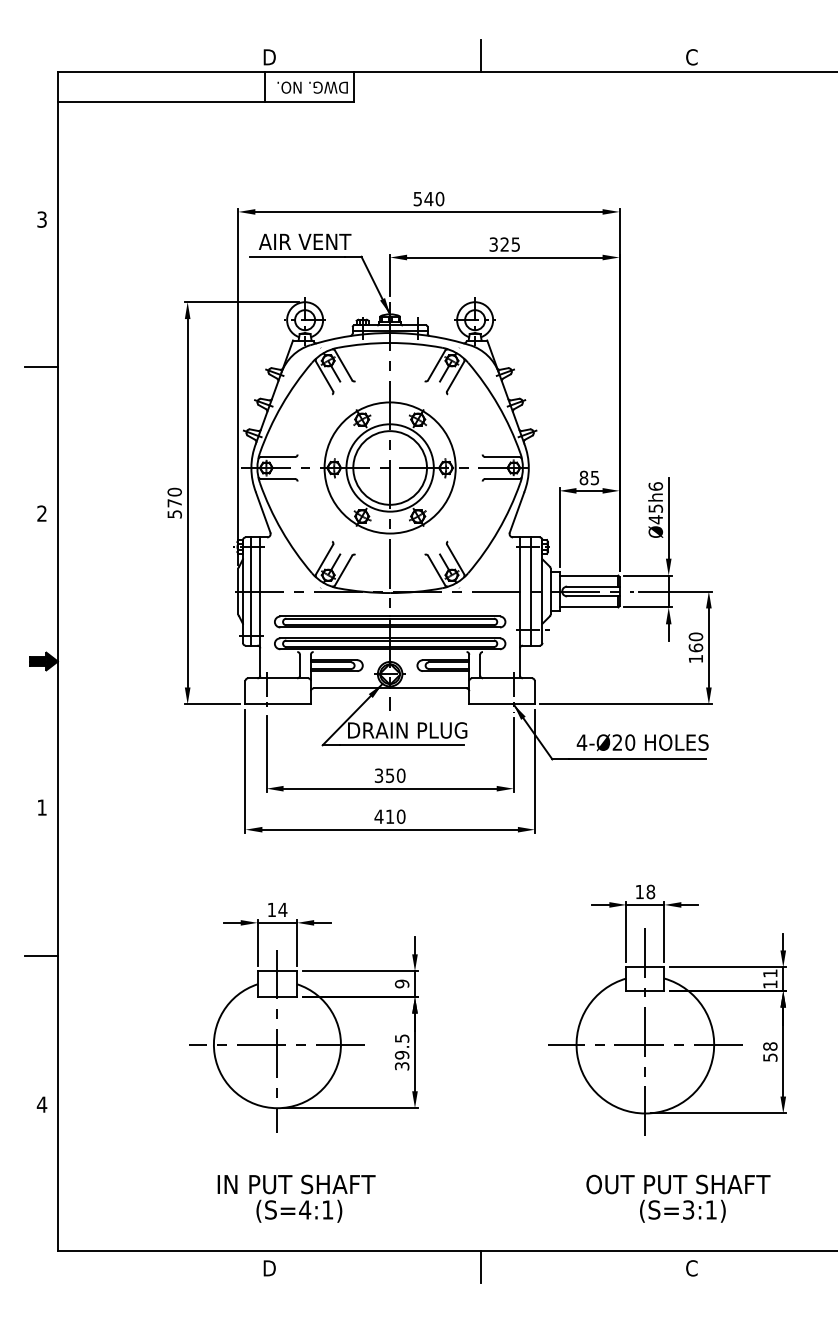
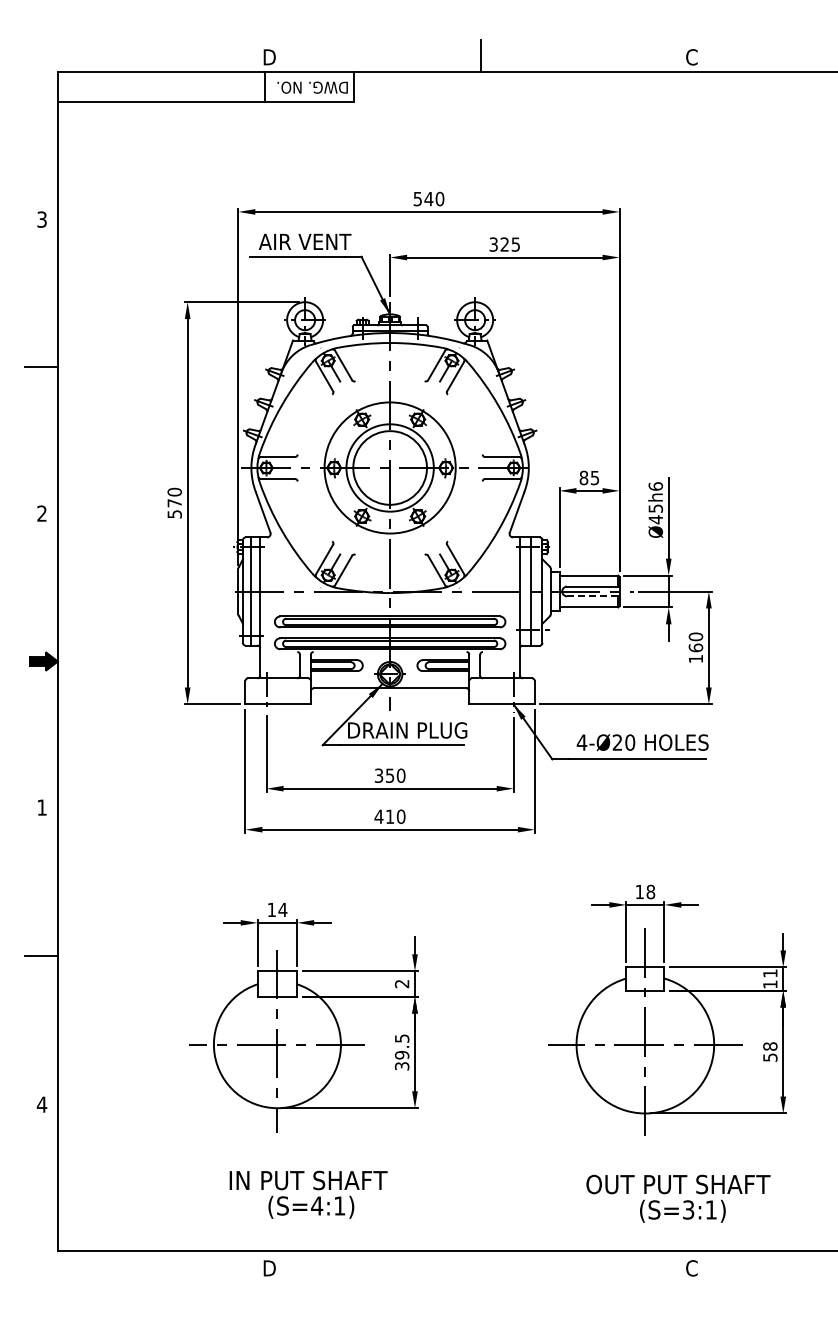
line at (593, 596): solid -> dashed
text at (402, 983): 9 -> 2
text at (296, 1198) position: (296, 1198) -> (308, 1194)
line at (481, 1266): present -> none
